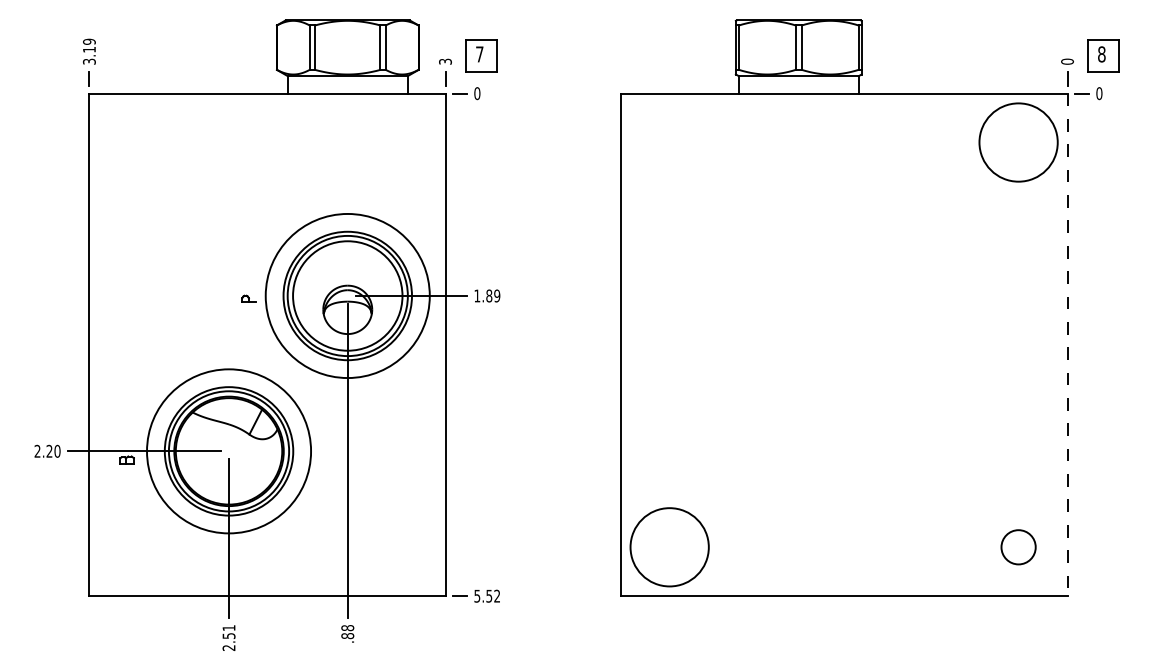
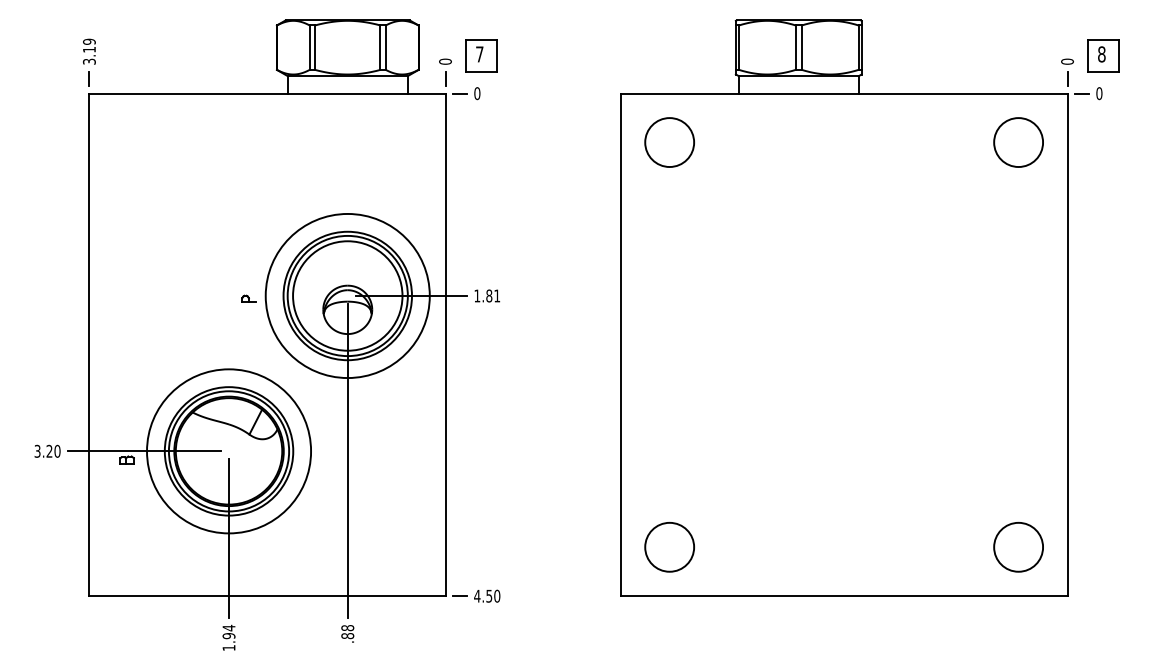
text at (445, 61): 3 -> 0
circle at (669, 142): none -> present
circle at (1018, 142) diameter: 78 px -> 49 px
text at (497, 295): 1.89 -> 1.81
line at (1067, 345): dashed -> solid
text at (37, 451): 2.20 -> 3.20
circle at (669, 547) diameter: 78 px -> 49 px
circle at (1018, 547) diameter: 34 px -> 49 px
text at (487, 595): 5.52 -> 4.50
text at (228, 637): 2.51 -> 1.94
